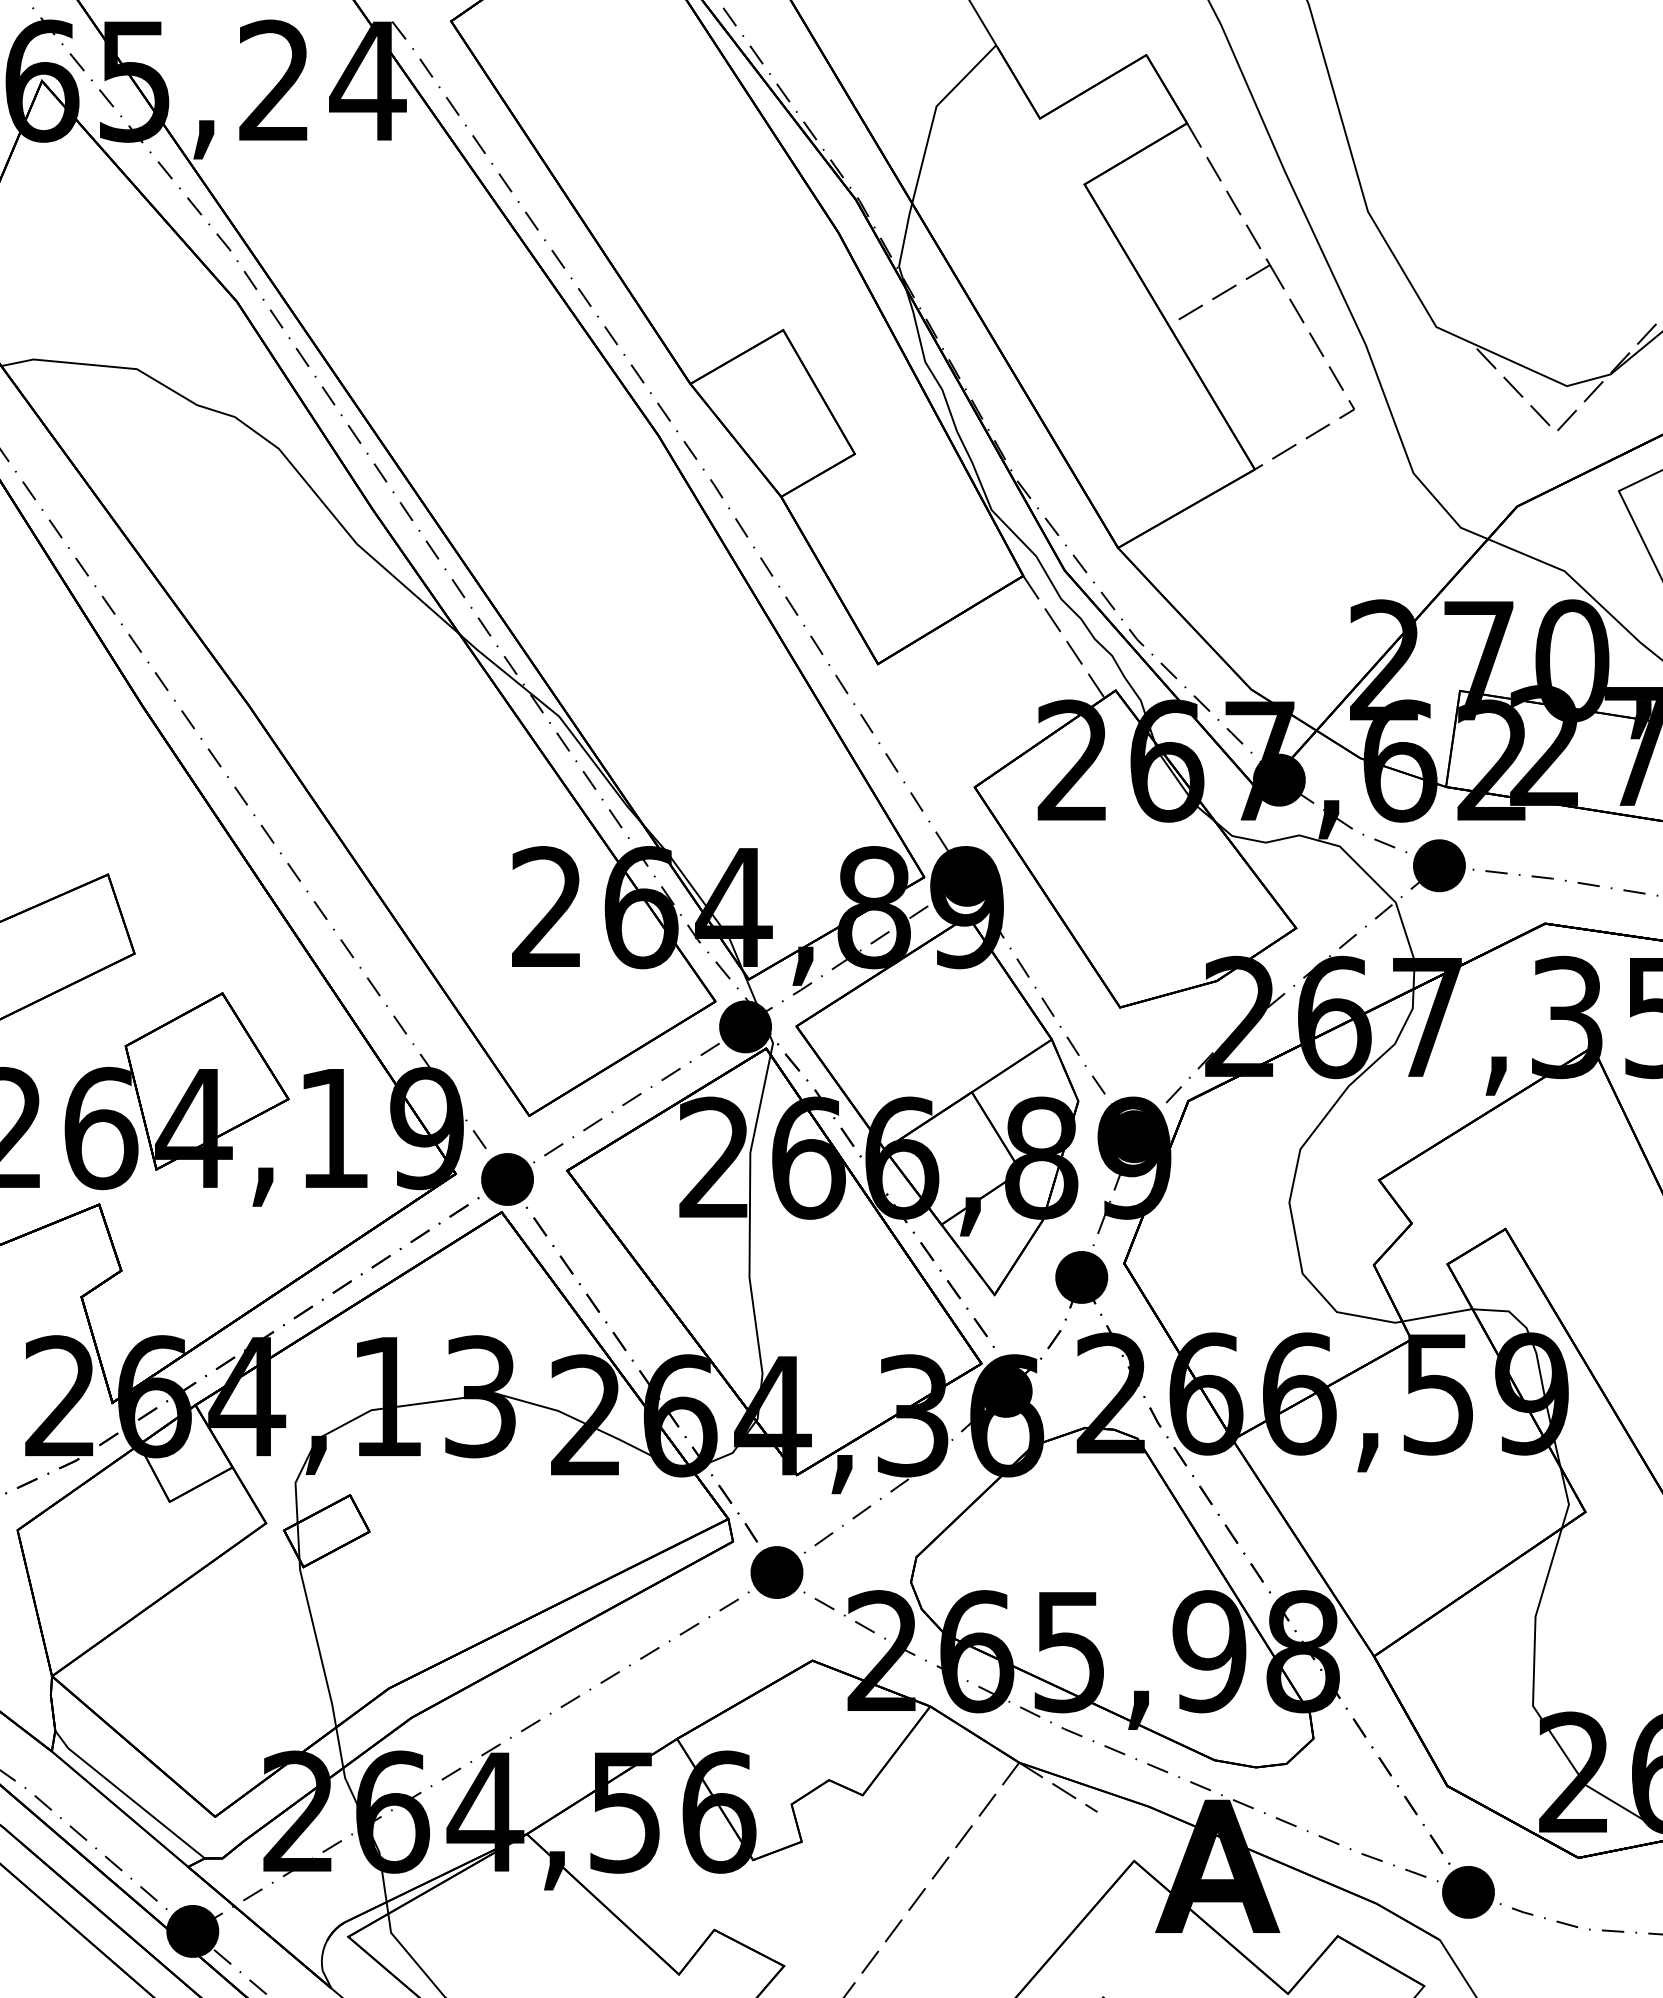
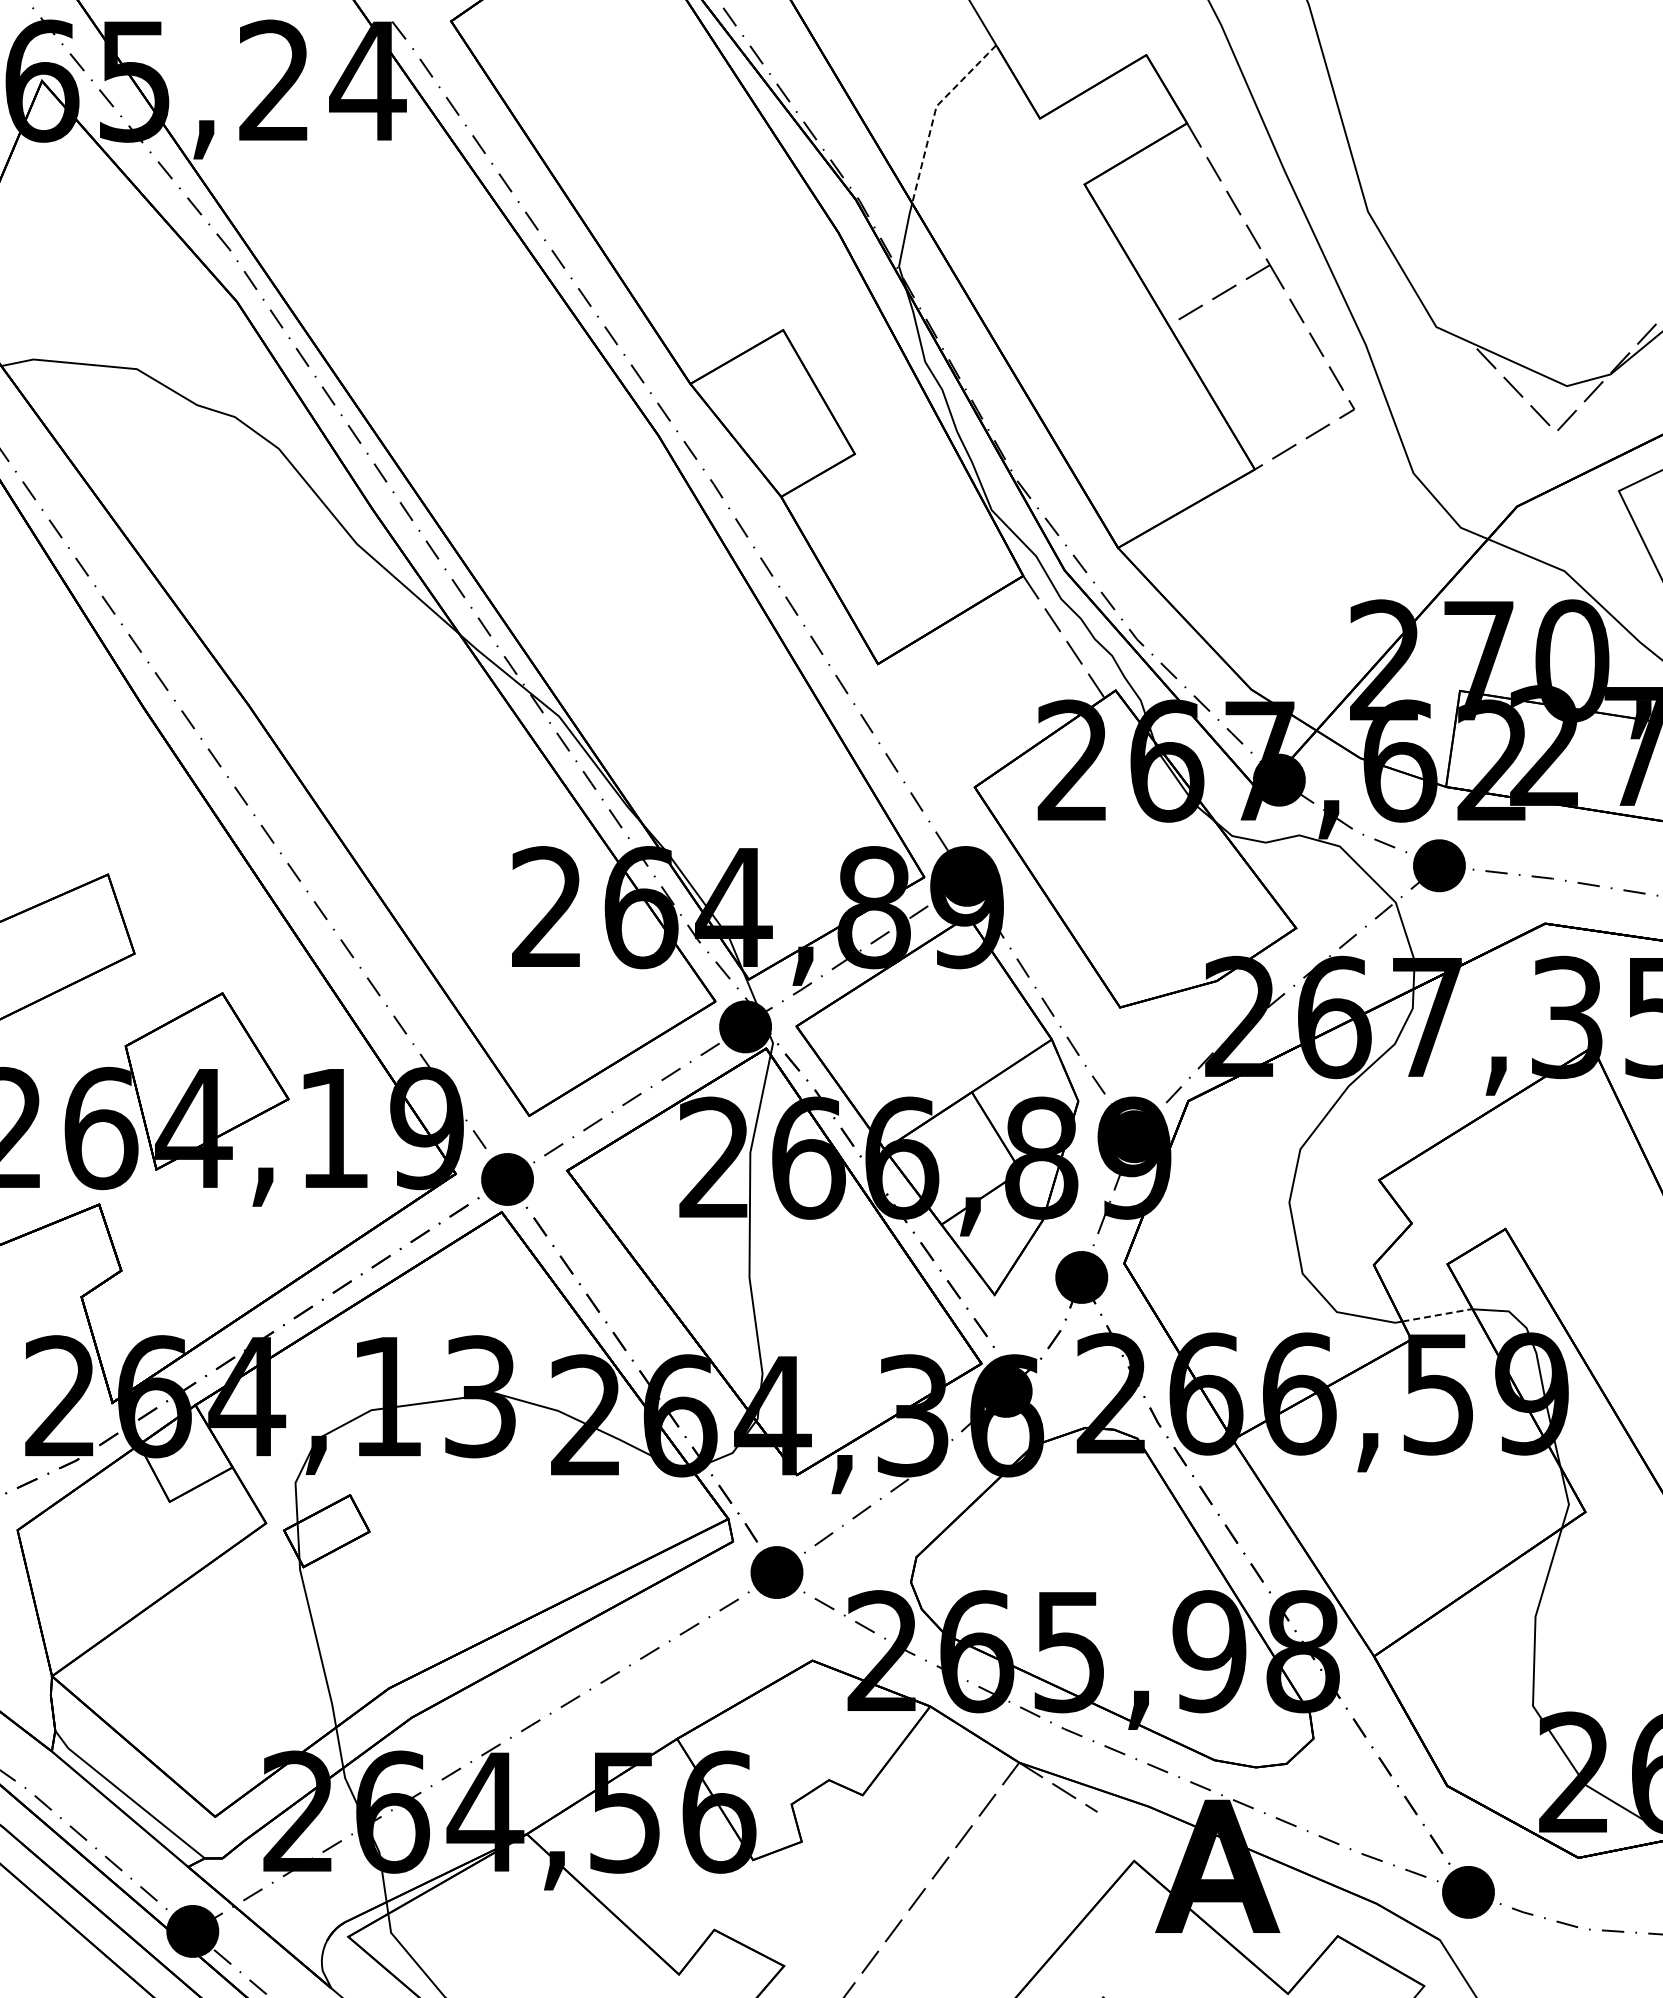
line at (934, 113): solid -> dashed
line at (1438, 1315): solid -> dashed
